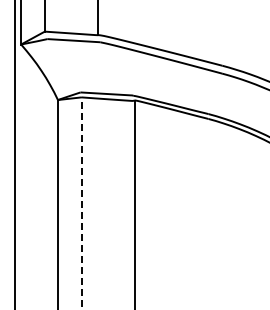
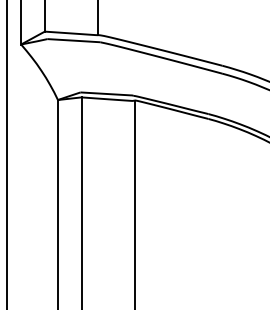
line at (14, 154) position: (14, 154) -> (6, 154)
line at (81, 203): dashed -> solid
